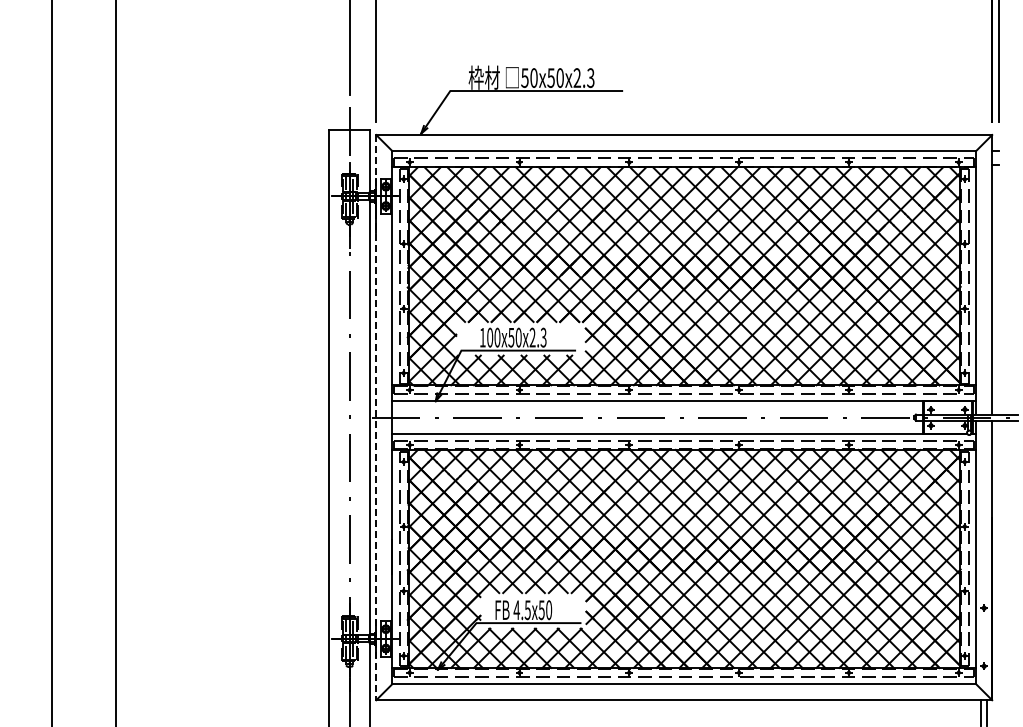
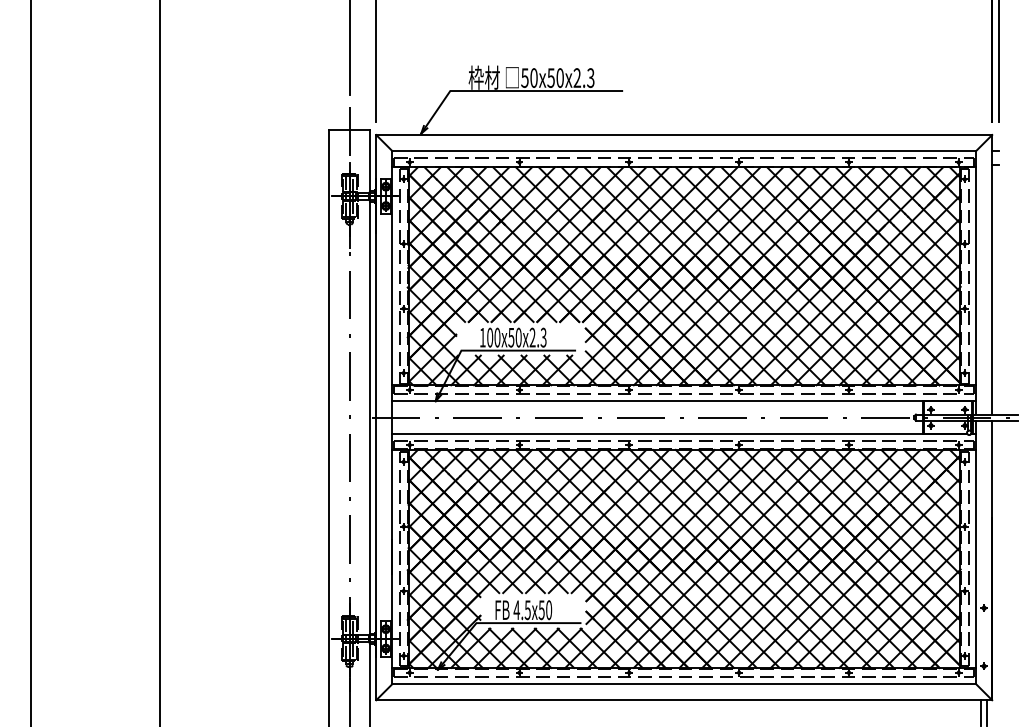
line at (51, 362) position: (51, 362) -> (30, 362)
line at (115, 362) position: (115, 362) -> (159, 362)
line at (376, 417): dashed -> solid
